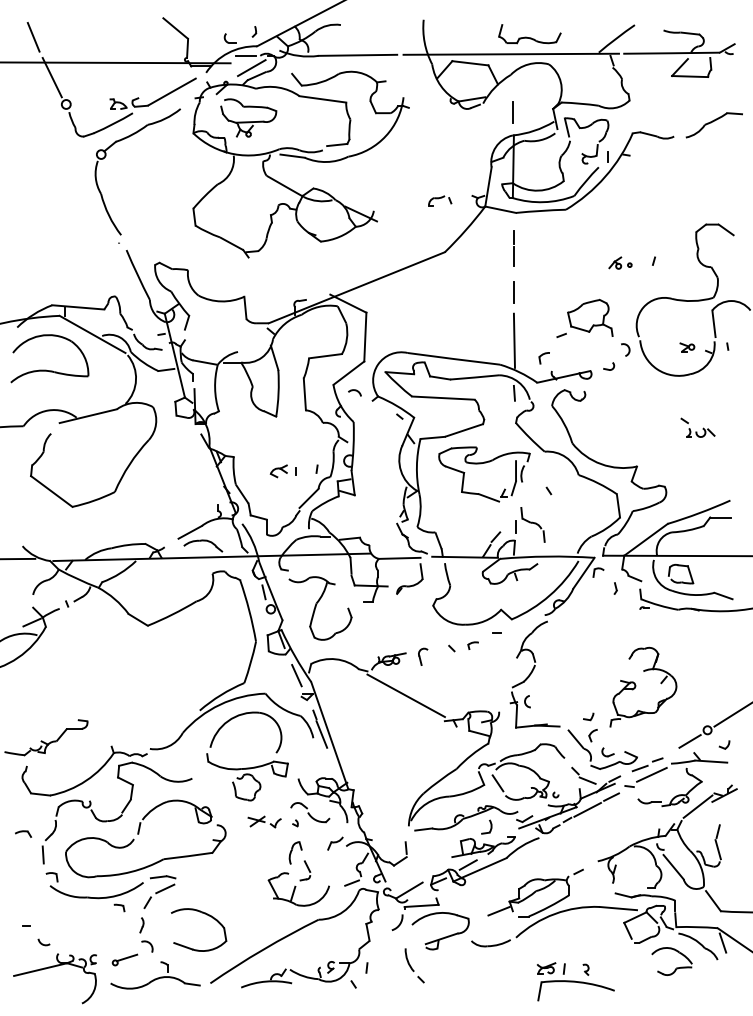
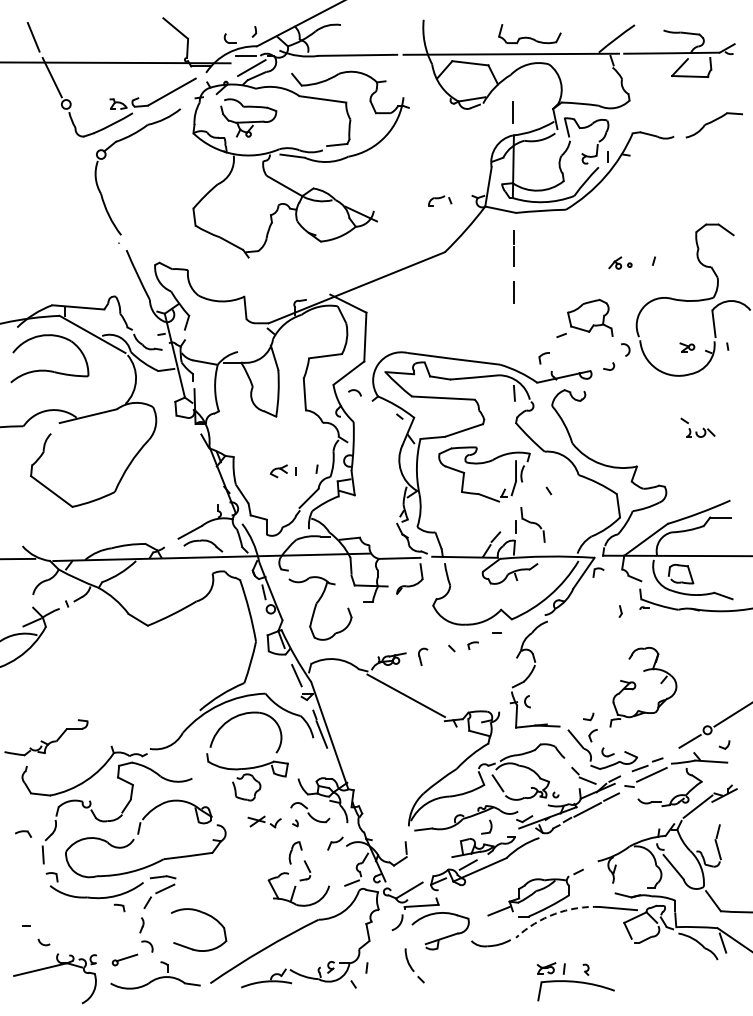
line at (513, 340): present -> none
part at (615, 588) position: (615, 588) -> (620, 611)
arc at (554, 913): solid -> dashed
part at (676, 967): present -> none
